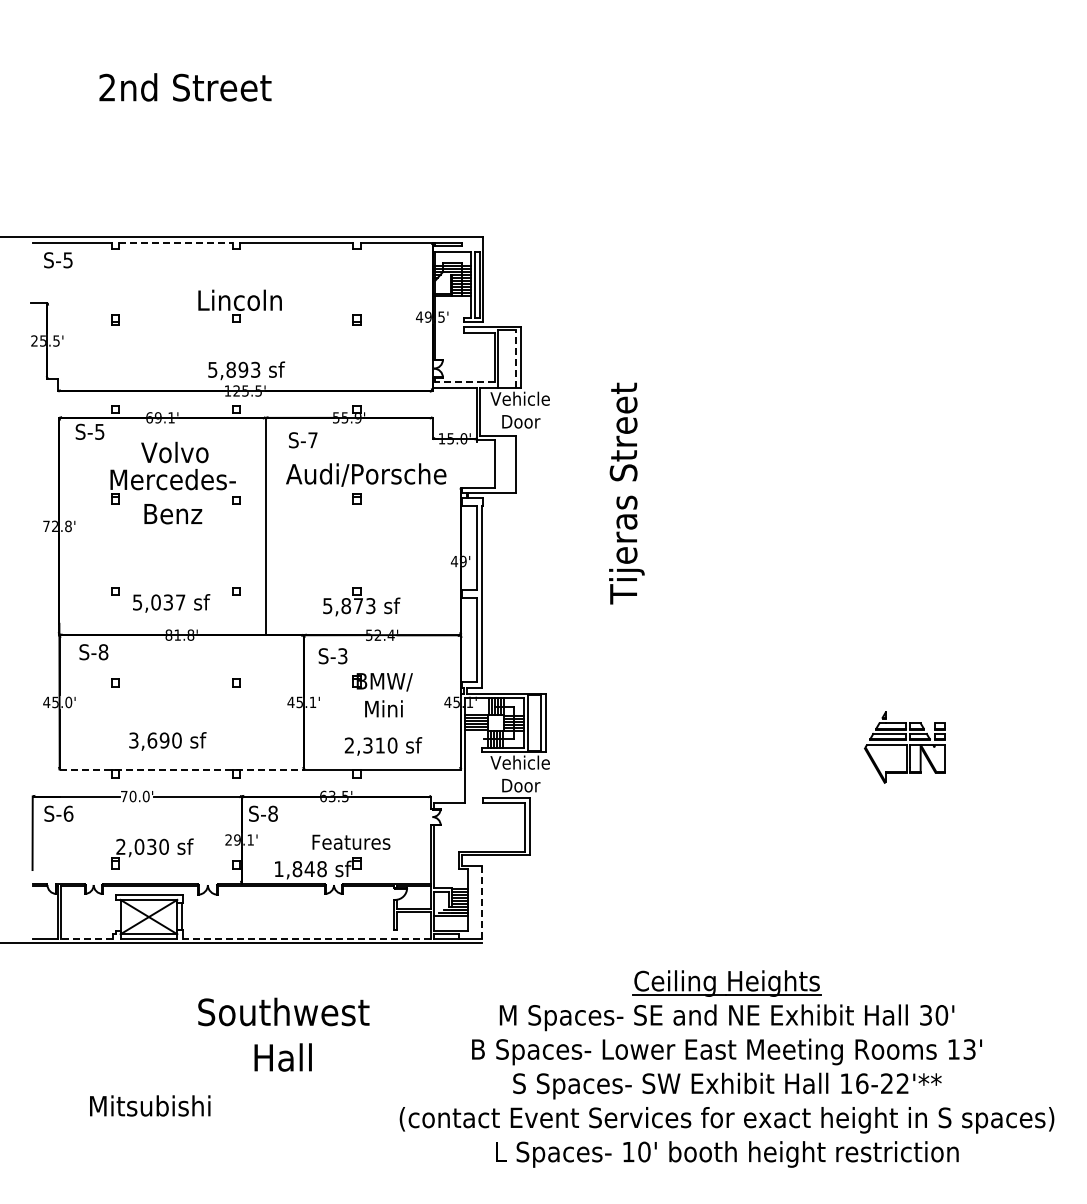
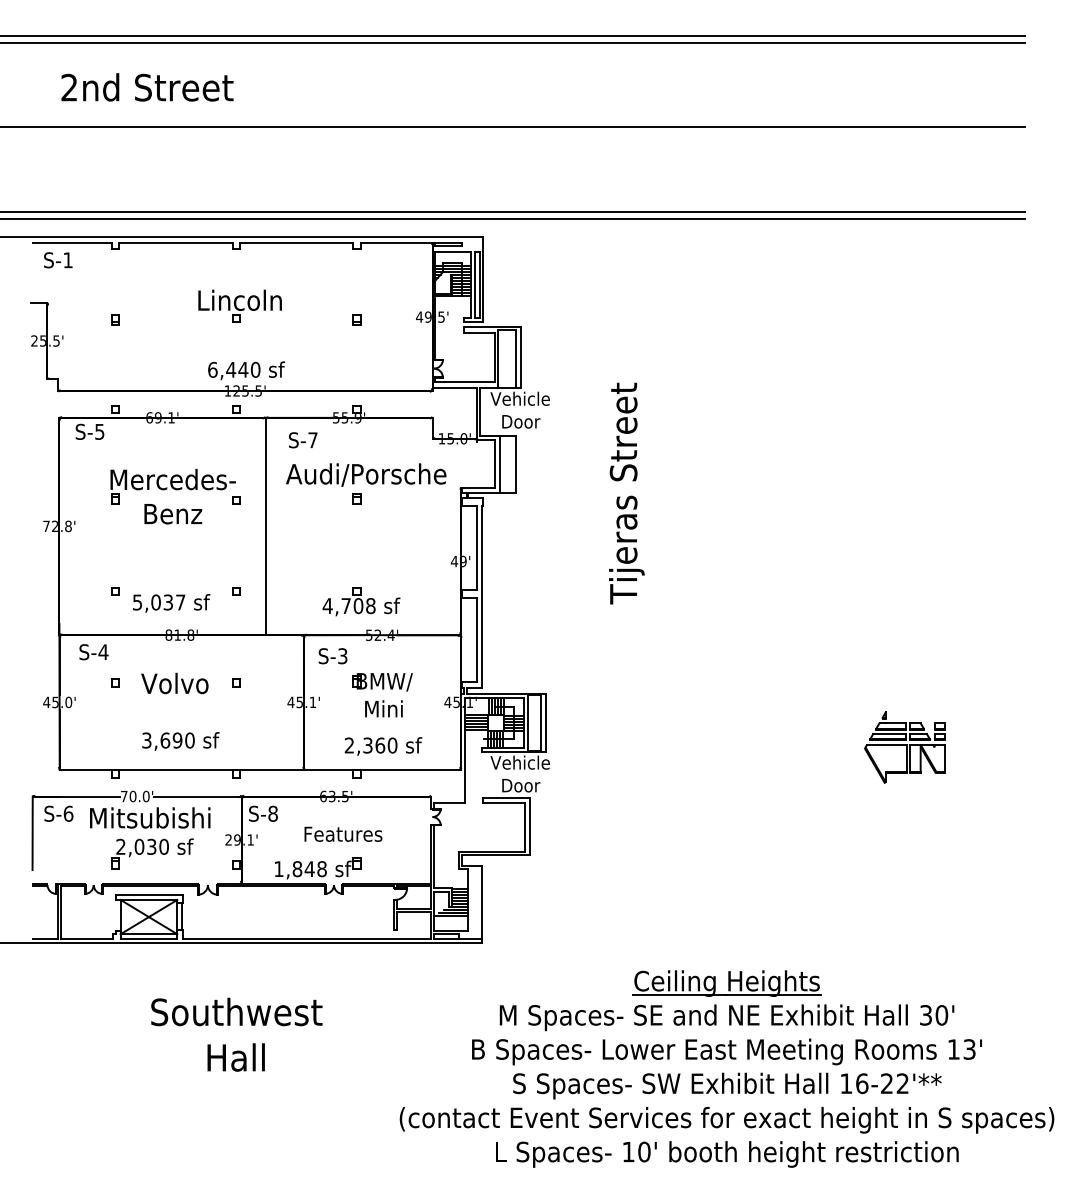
line at (513, 36): none -> present
line at (513, 43): none -> present
text at (185, 87) position: (185, 87) -> (147, 87)
line at (513, 127): none -> present
line at (513, 211): none -> present
line at (513, 218): none -> present
line at (175, 243): dashed -> solid
text at (67, 260): S-5 -> S-1
line at (516, 358): dashed -> solid
text at (234, 369): 5,893 -> 6,440
line at (465, 382): dashed -> solid
text at (174, 452) position: (174, 452) -> (174, 683)
line at (499, 463): none -> present
text at (348, 606): 5,873 -> 4,708
text at (103, 652): S-8 -> S-4
text at (167, 741) position: (167, 741) -> (180, 741)
text at (380, 745): 2,310 -> 2,360
line at (182, 769): dashed -> solid
text at (351, 841) position: (351, 841) -> (343, 833)
line at (481, 904): dashed -> solid
line at (86, 938): dashed -> solid
line at (307, 938): dashed -> solid
text at (283, 1034) position: (283, 1034) -> (236, 1034)
text at (150, 1105) position: (150, 1105) -> (150, 817)
